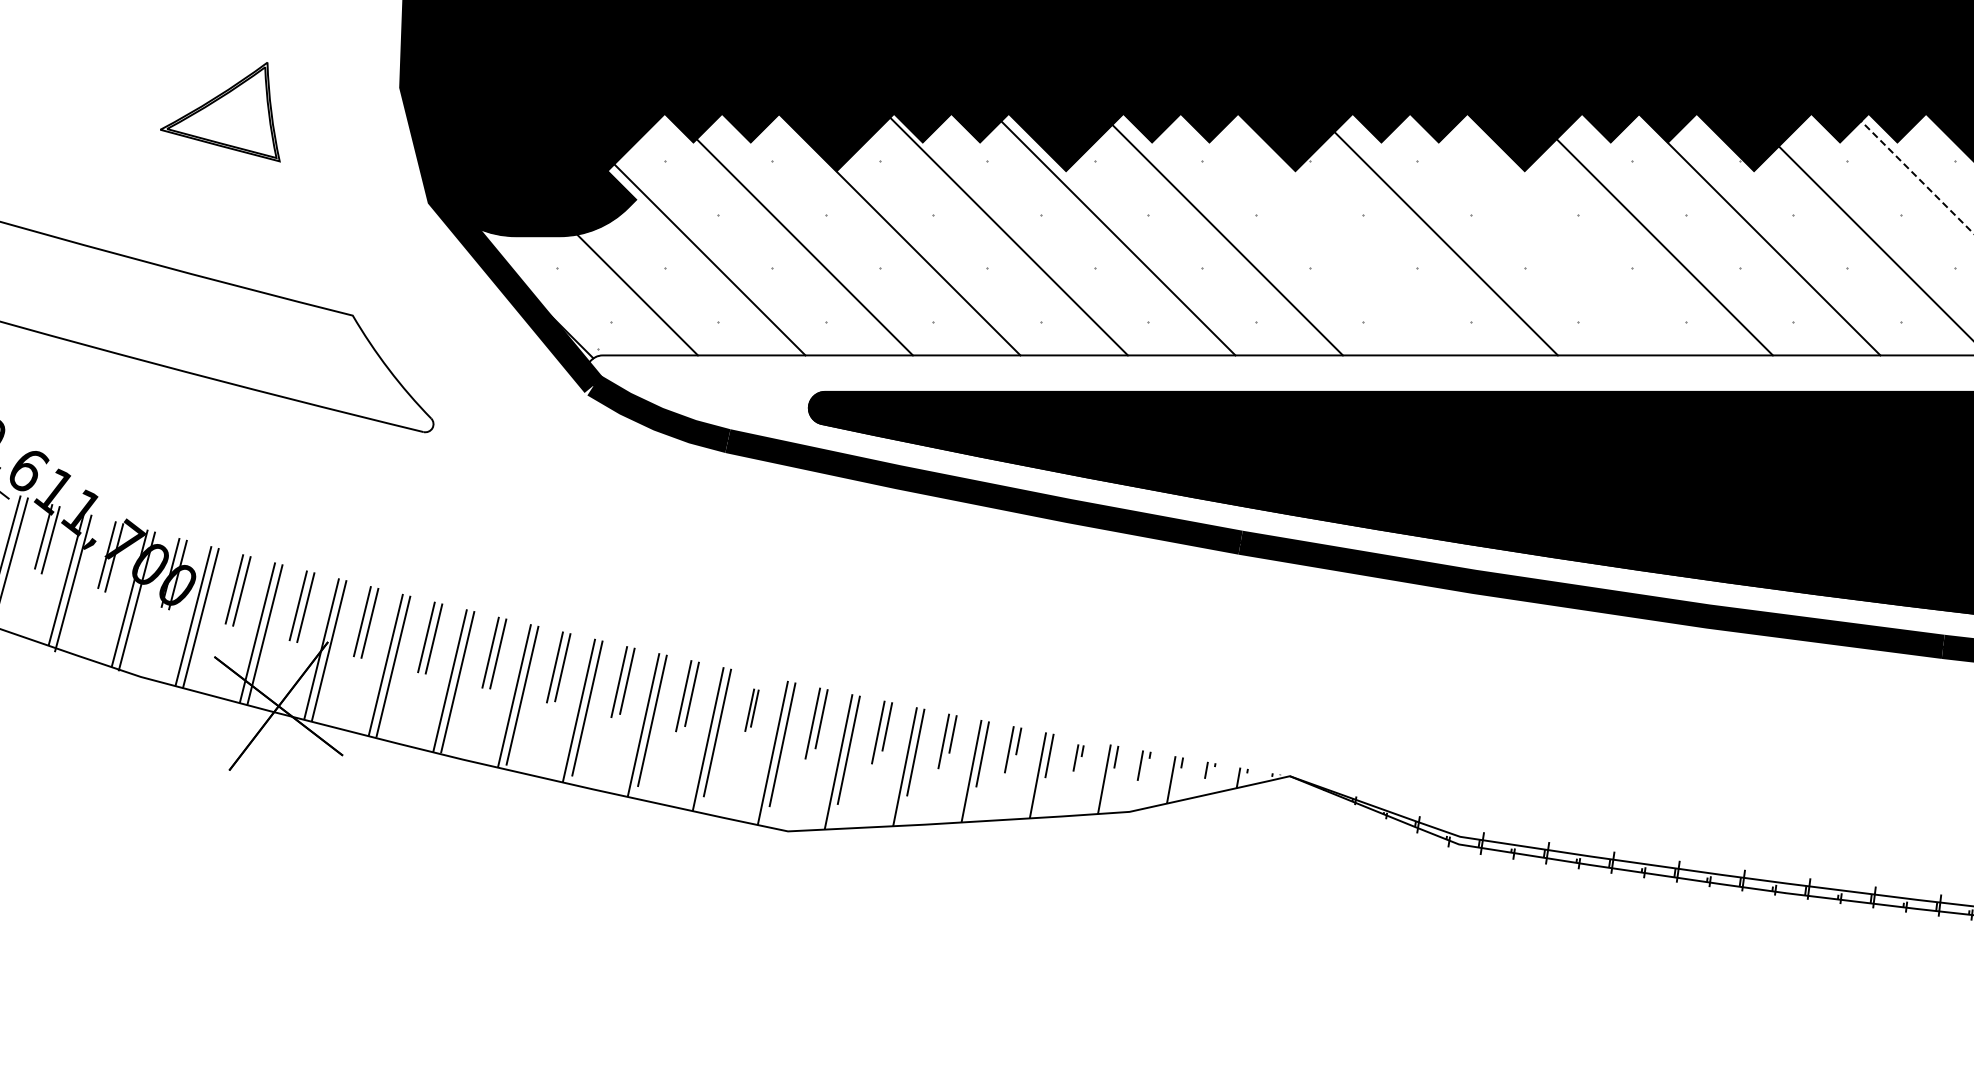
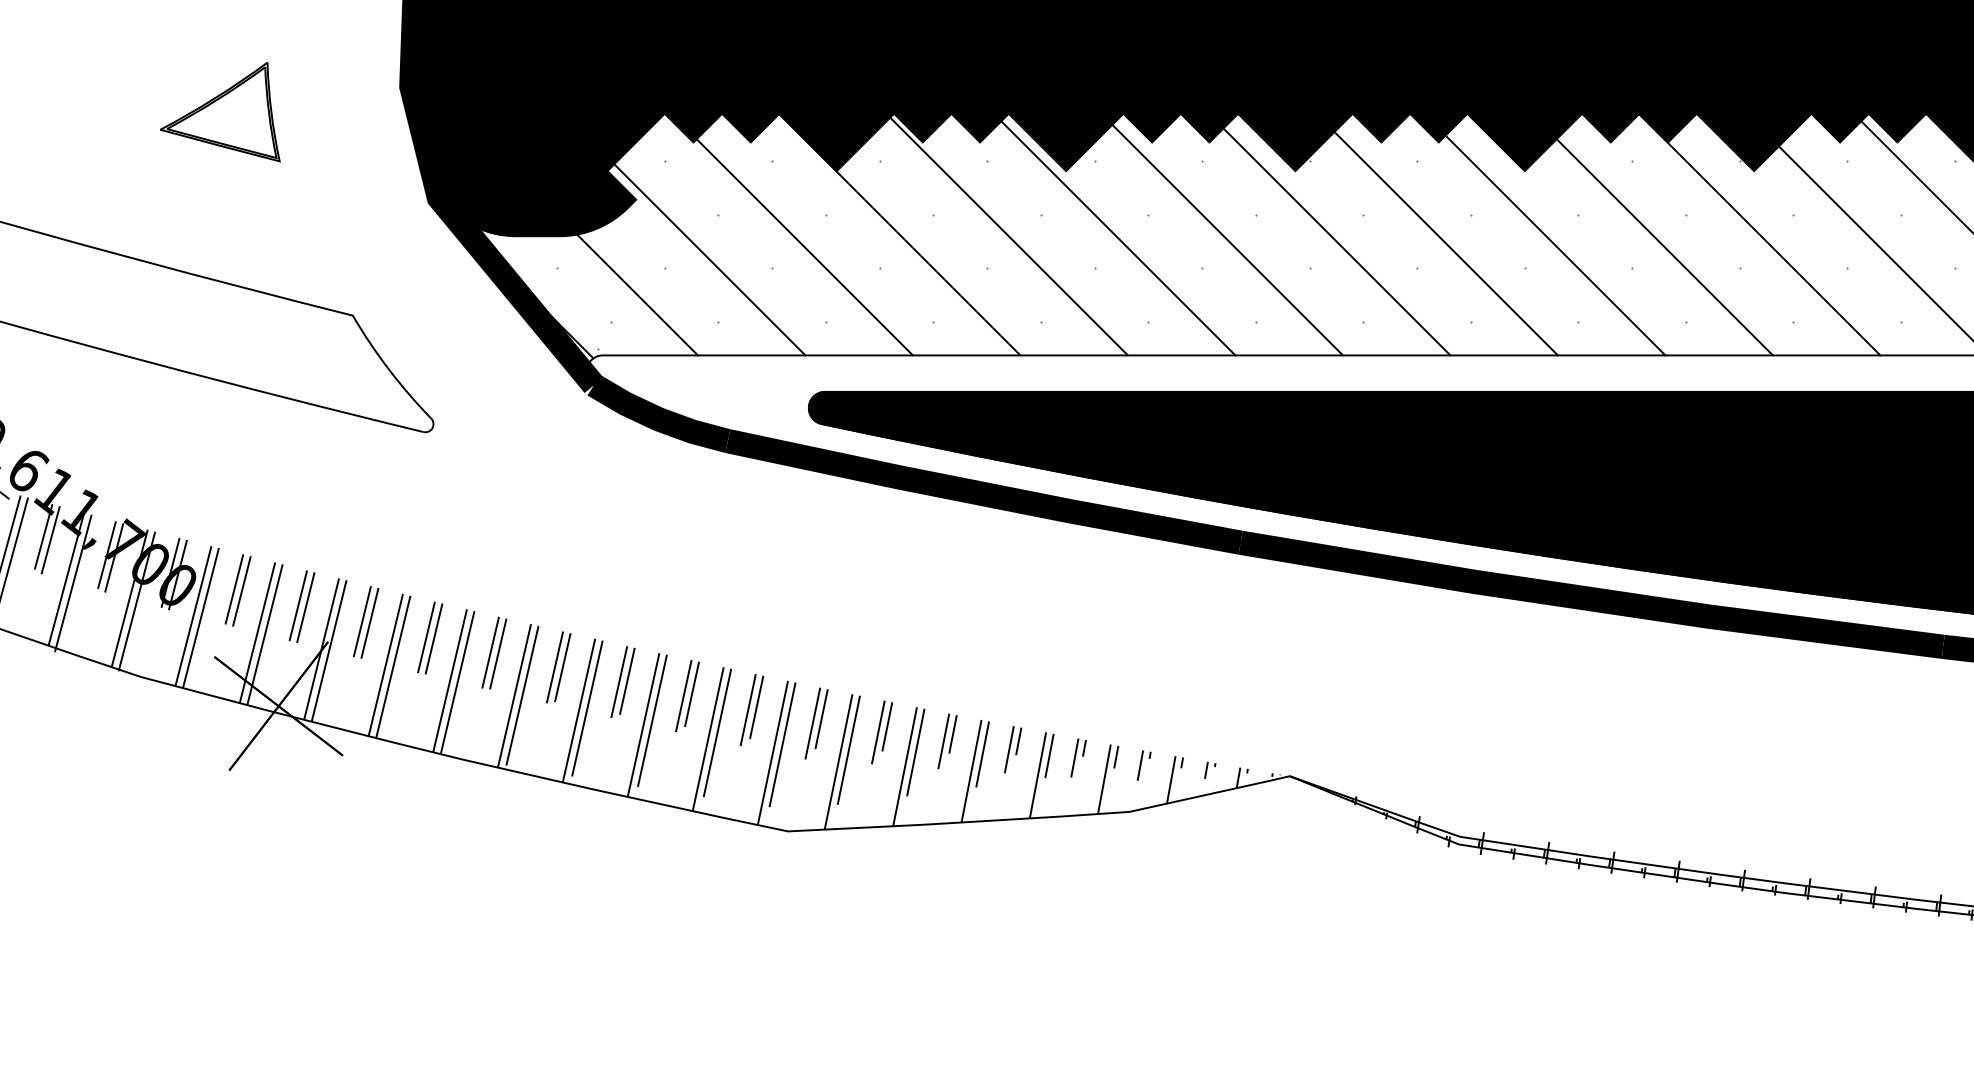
line at (1916, 176): dashed -> solid
line at (1336, 241): none -> present
line at (1555, 245): none -> present
part at (751, 709) size: 16x44 px -> 26x73 px
part at (1078, 757) size: 13x28 px -> 17x40 px
